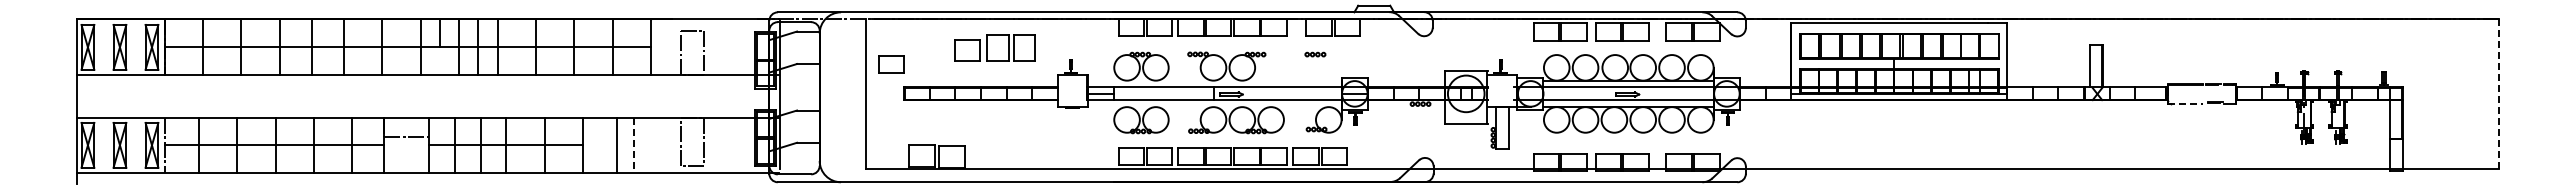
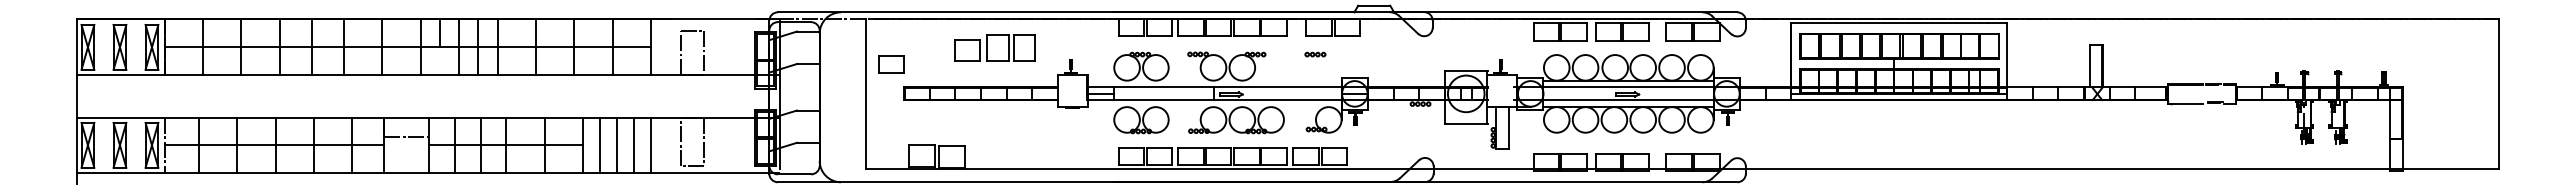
line at (2498, 93): dashed -> solid
line at (2185, 103): dashed -> solid
line at (600, 144): none -> present
line at (651, 144): none -> present
line at (634, 145): dashed -> solid
